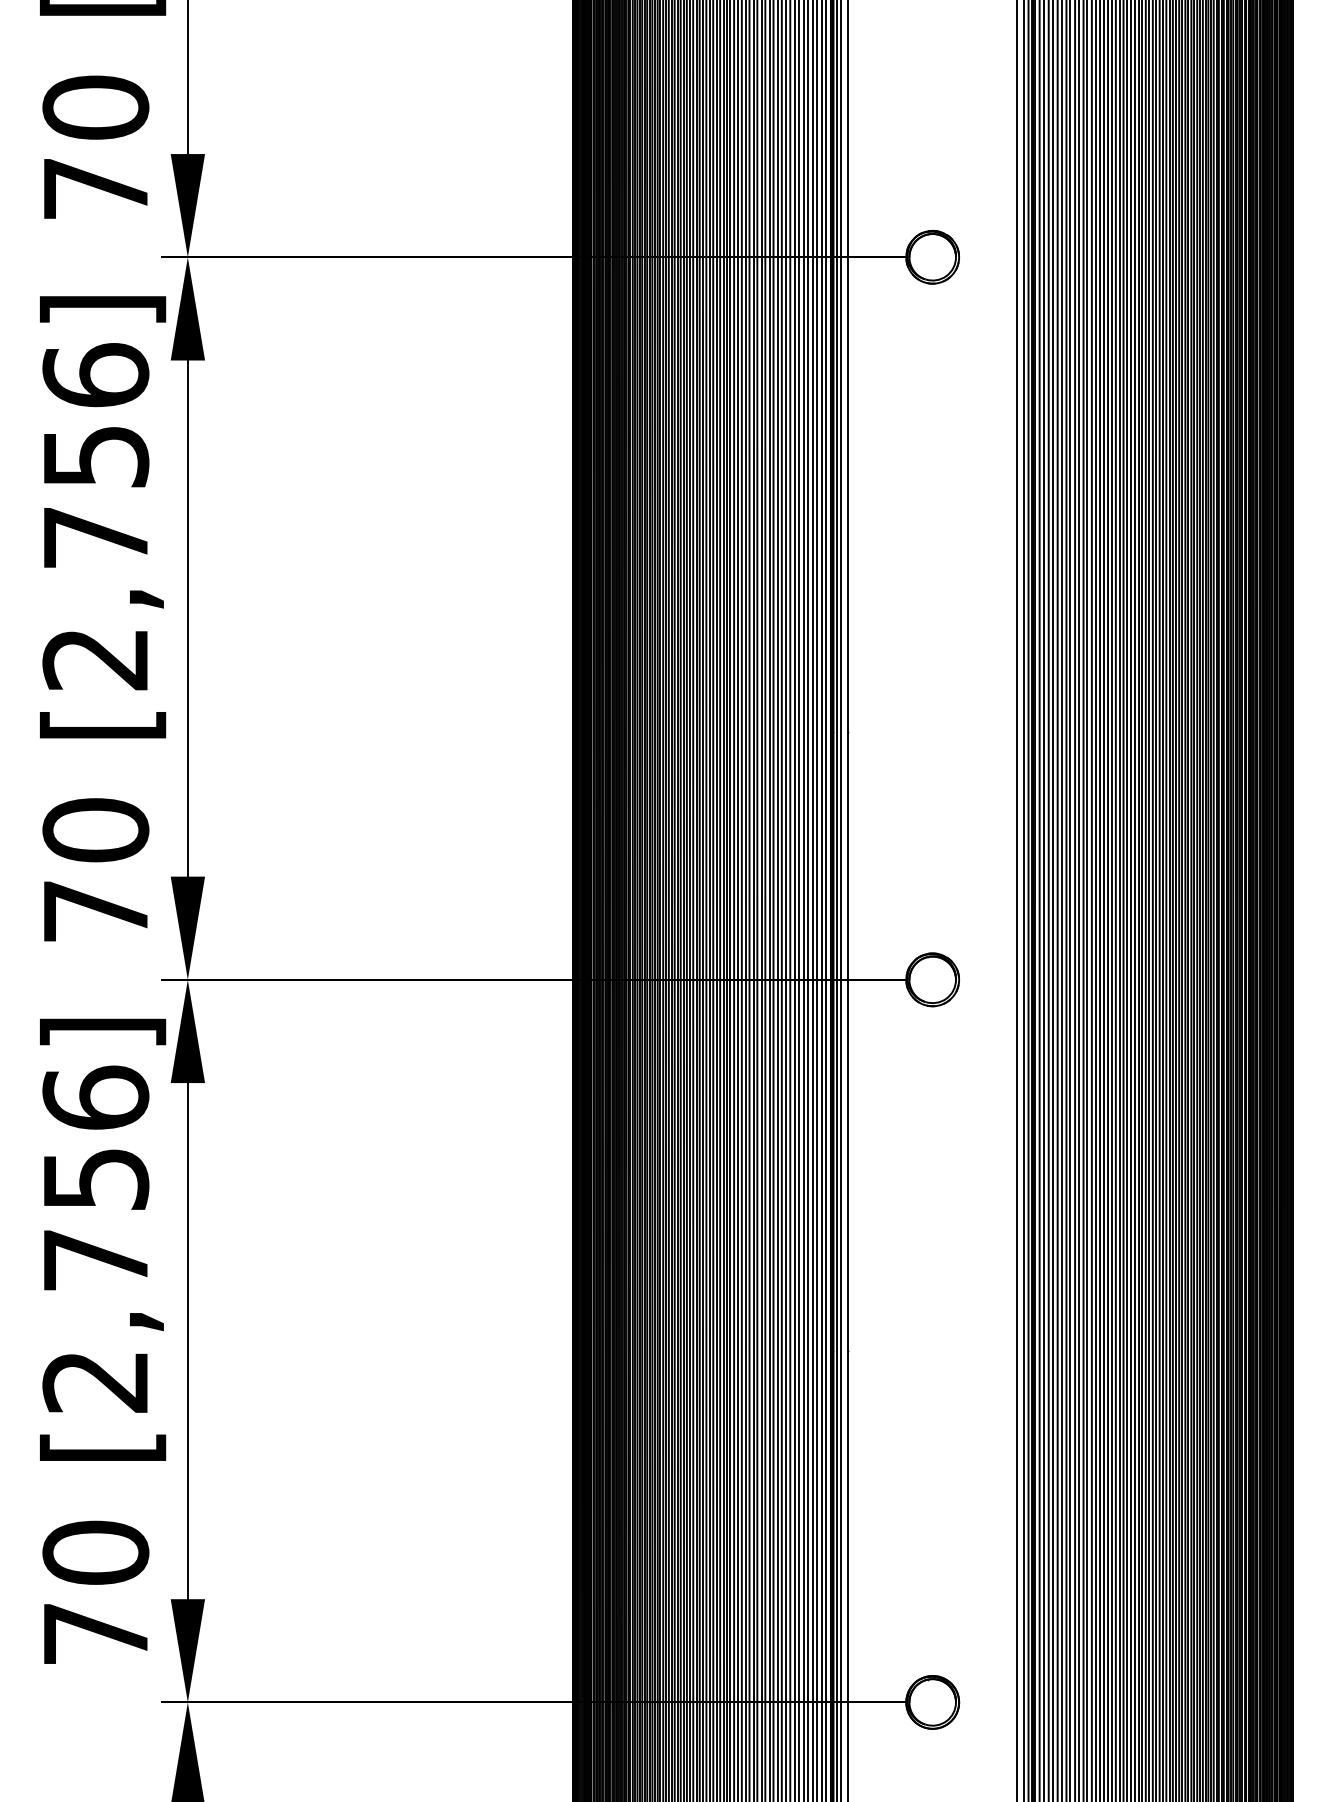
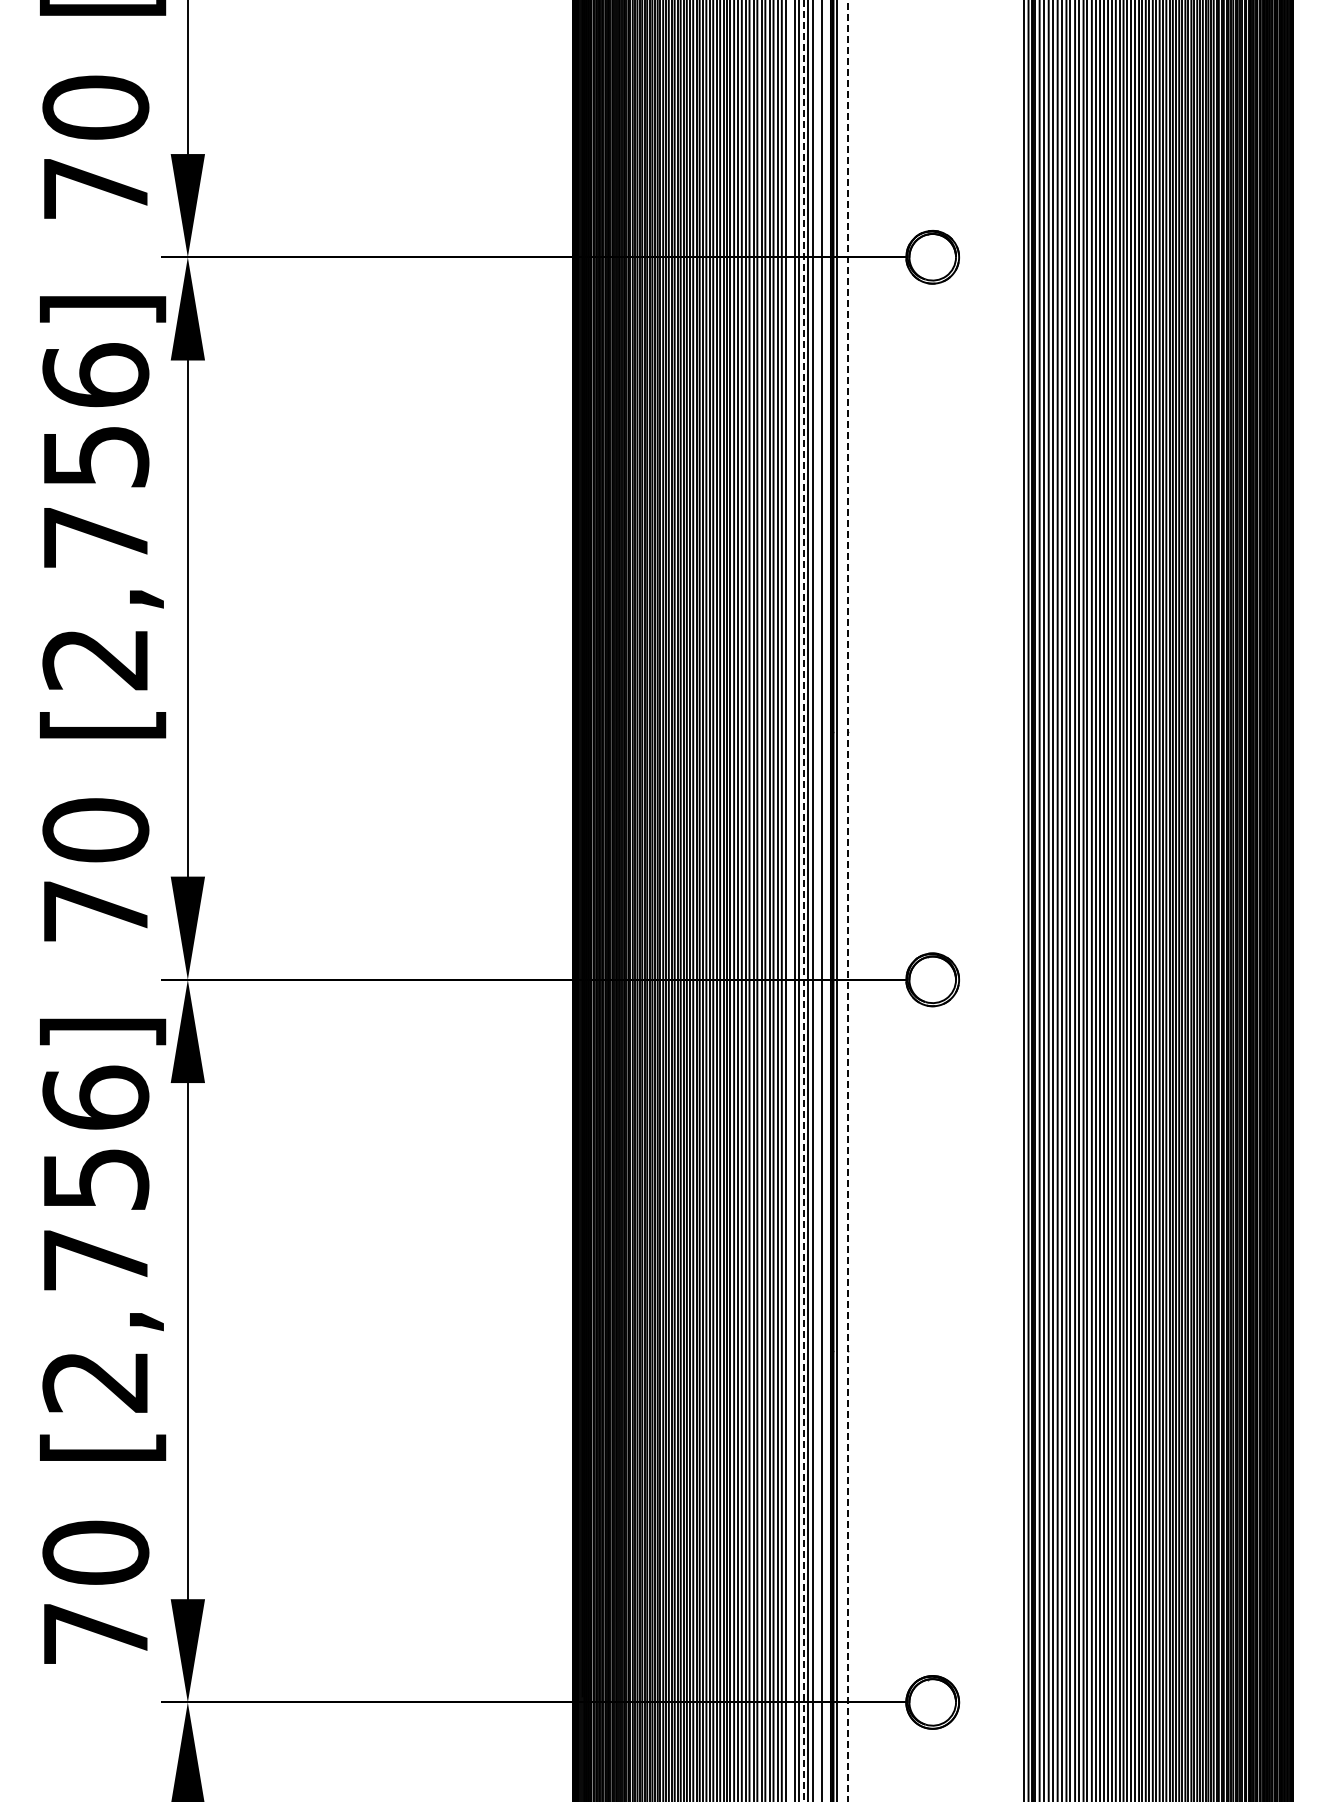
line at (790, 900): present -> none
line at (816, 900): present -> none
line at (825, 900): present -> none
line at (841, 900): present -> none
line at (1017, 900): present -> none
line at (803, 901): solid -> dashed
line at (848, 901): solid -> dashed
